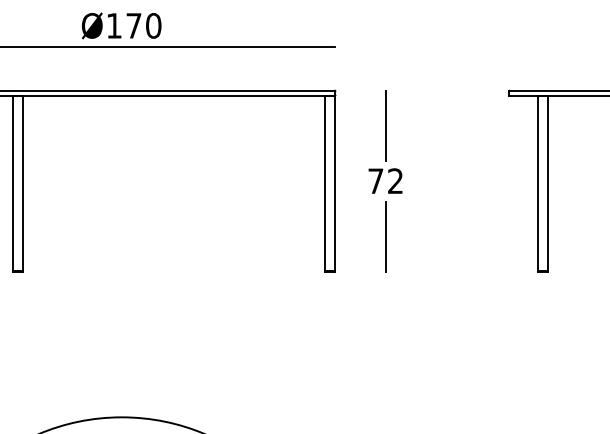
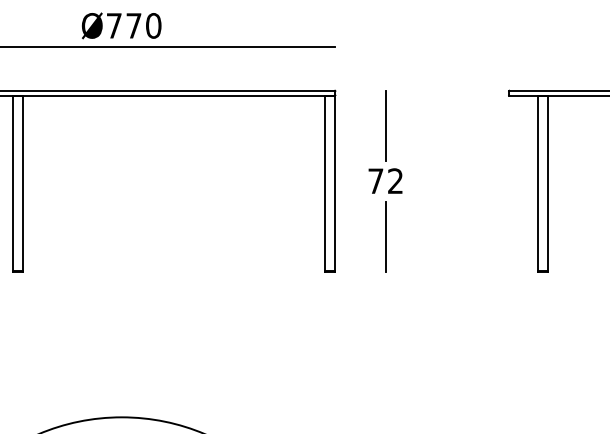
text at (114, 25): Ø170 -> Ø770
